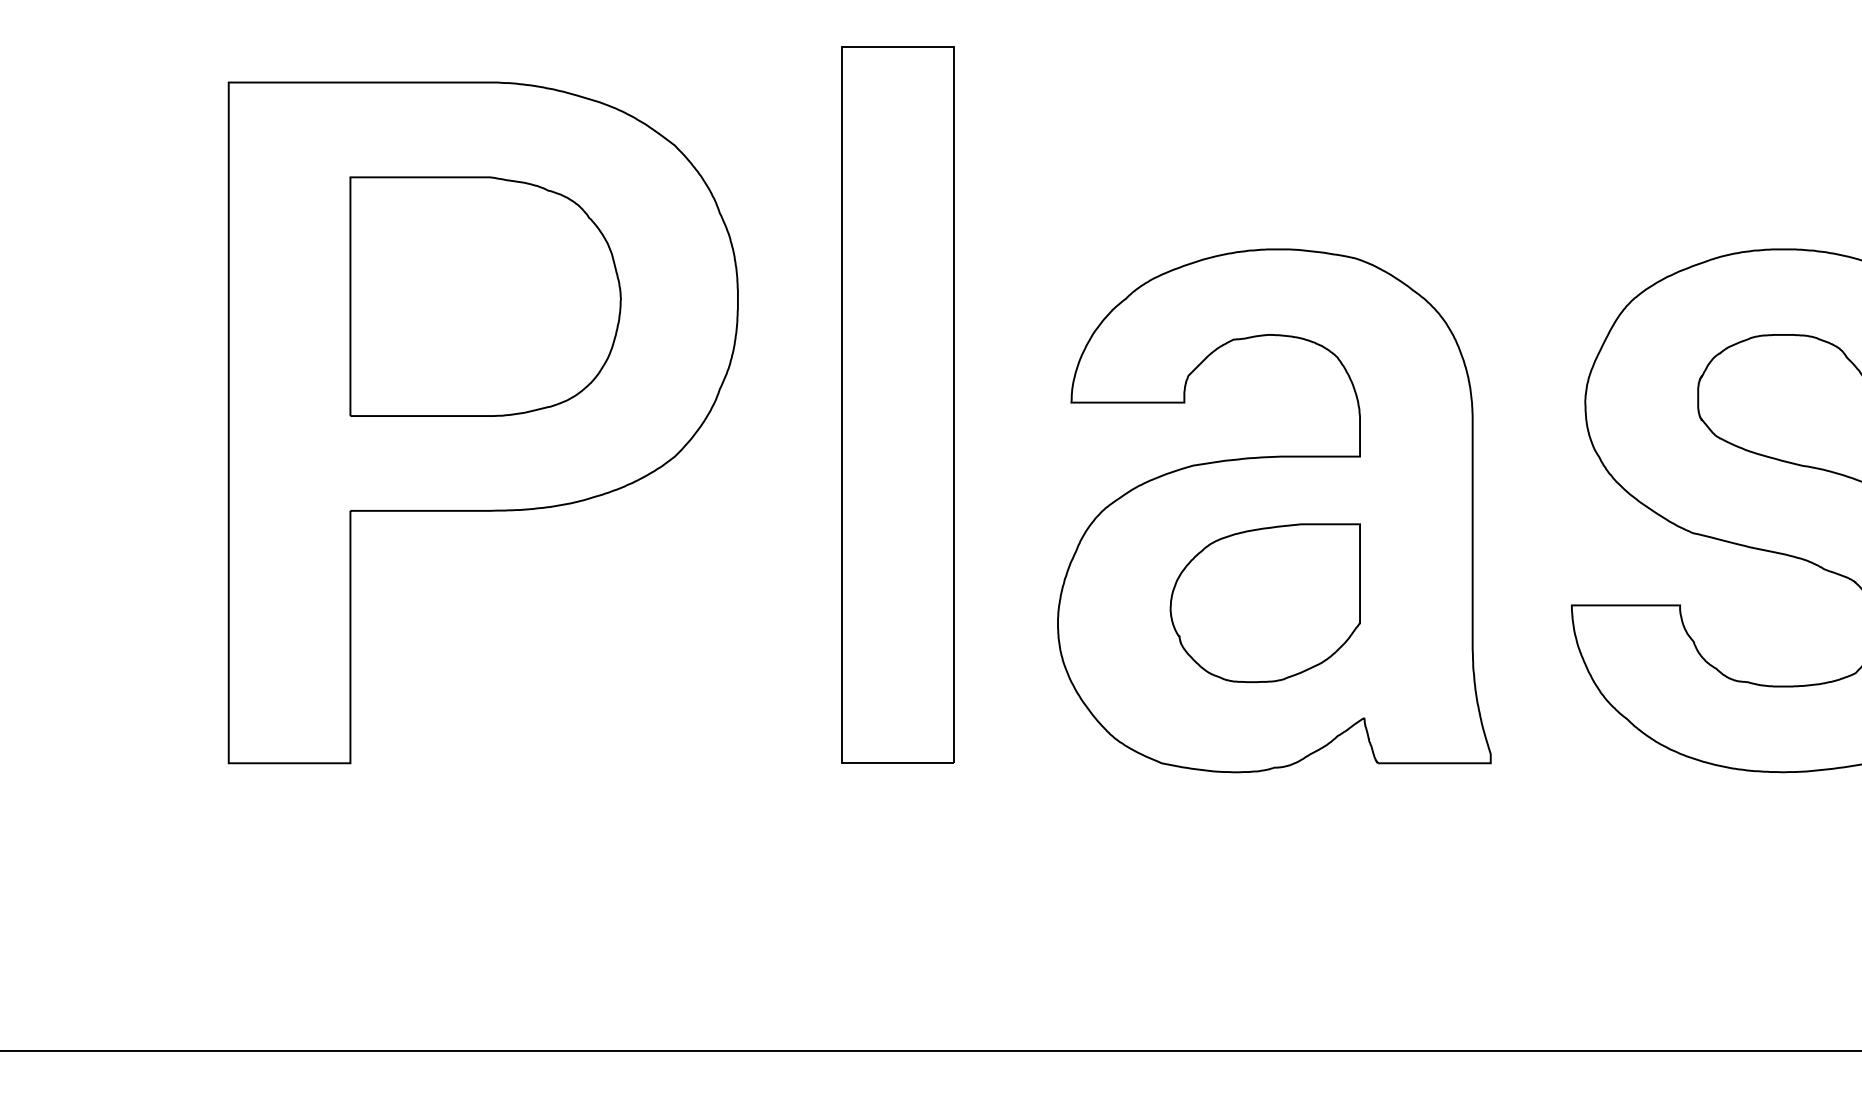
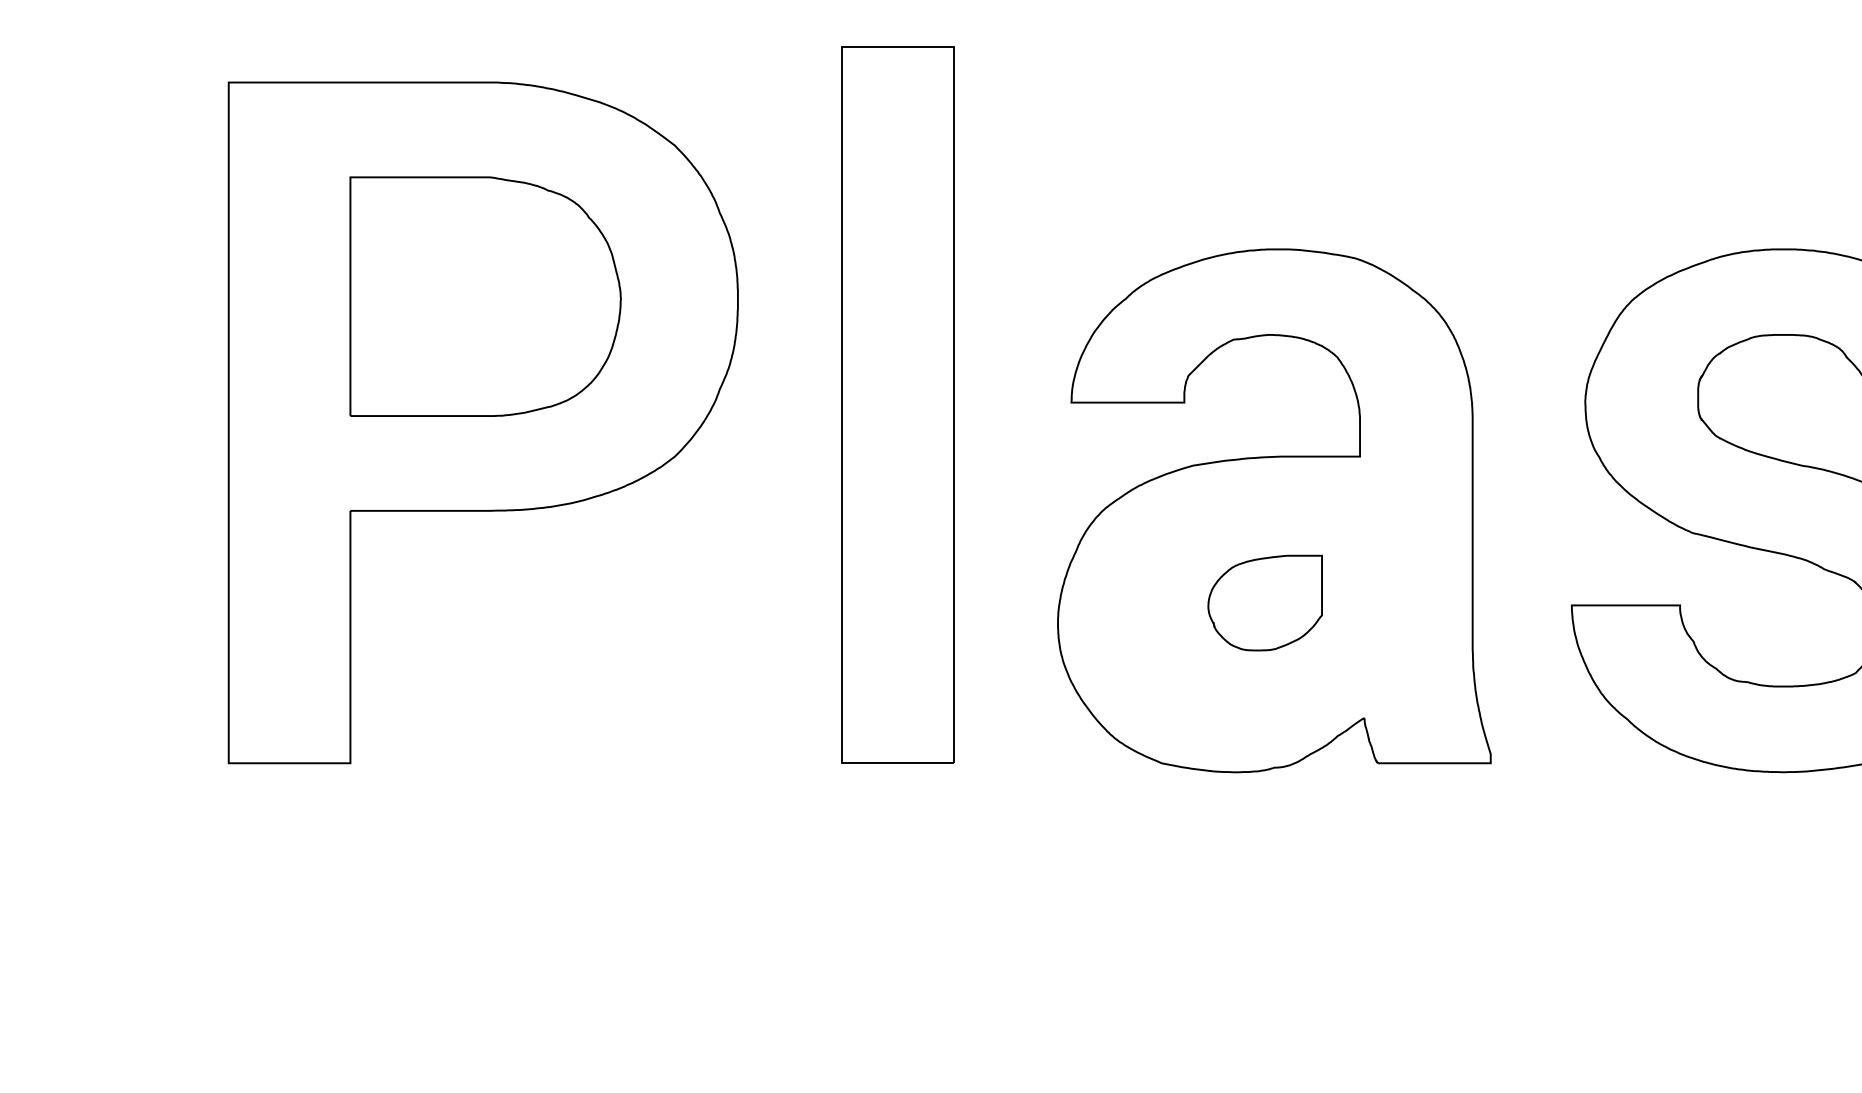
part at (1264, 602) size: 192x160 px -> 116x98 px
line at (930, 1050): present -> none
